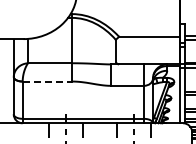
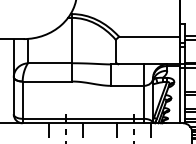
line at (47, 81): dashed -> solid
